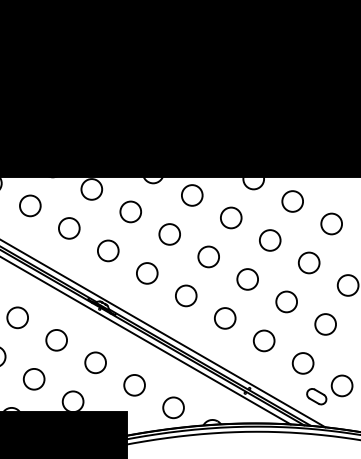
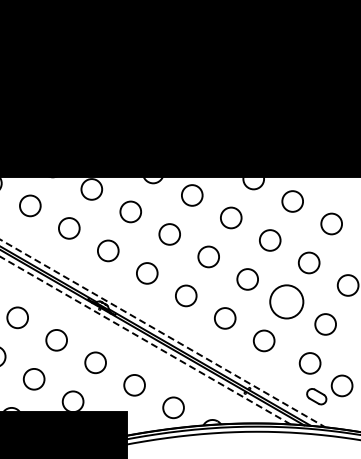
circle at (286, 301) size: 23x24 px -> 36x36 px
line at (163, 333): solid -> dashed
line at (145, 340): solid -> dashed
circle at (302, 363) position: (302, 363) -> (309, 363)
